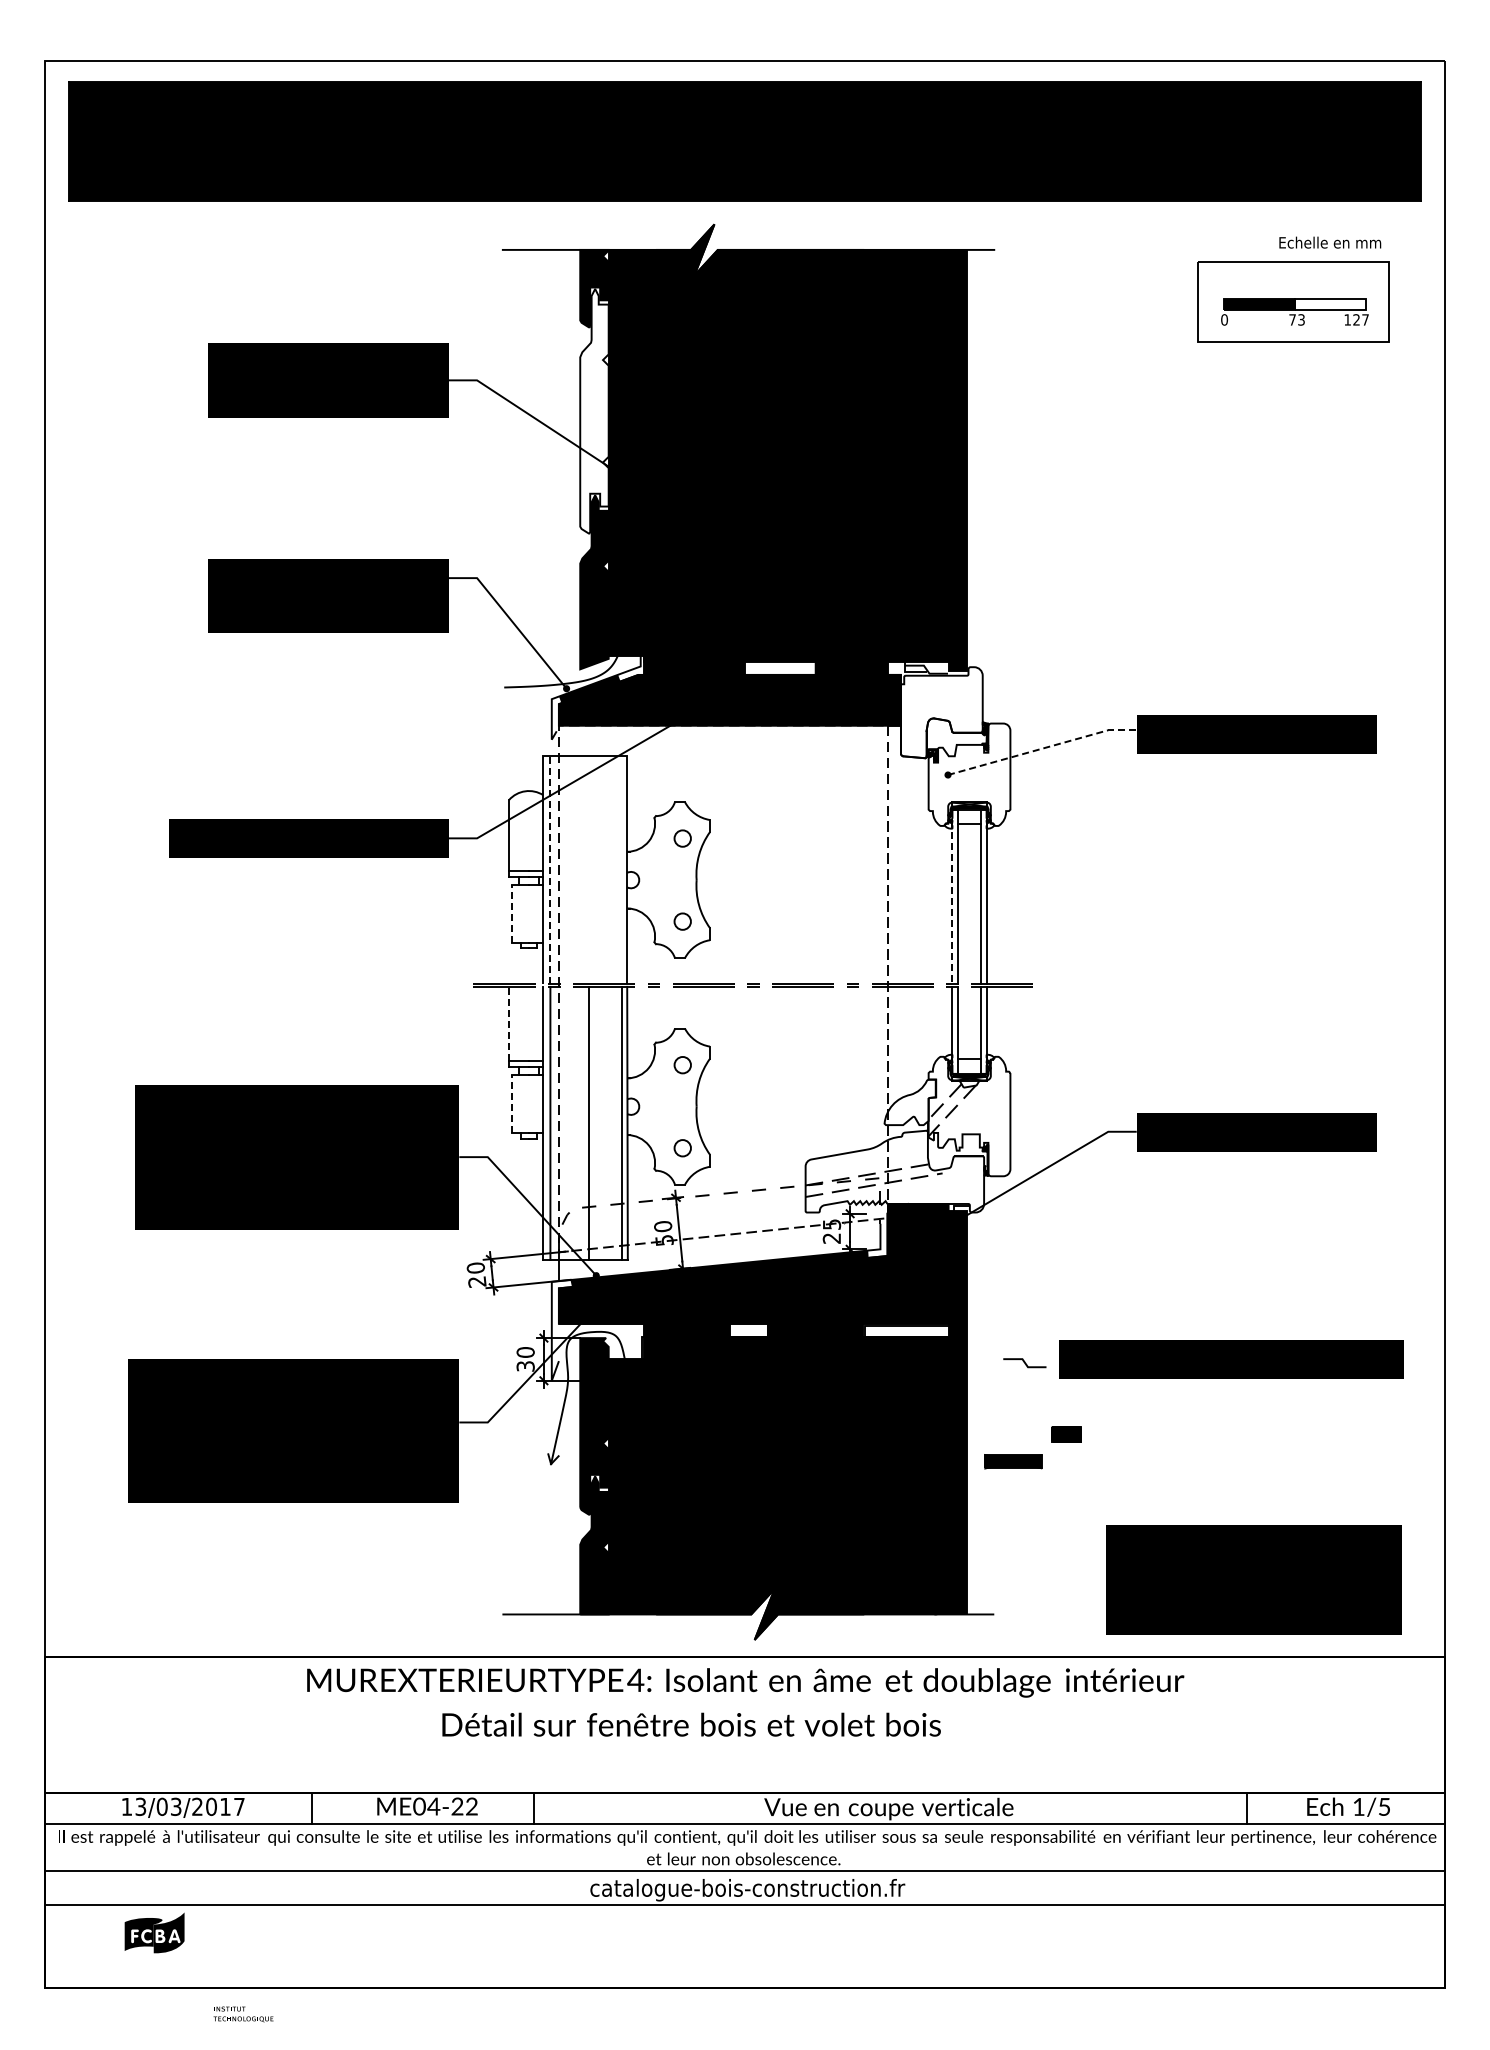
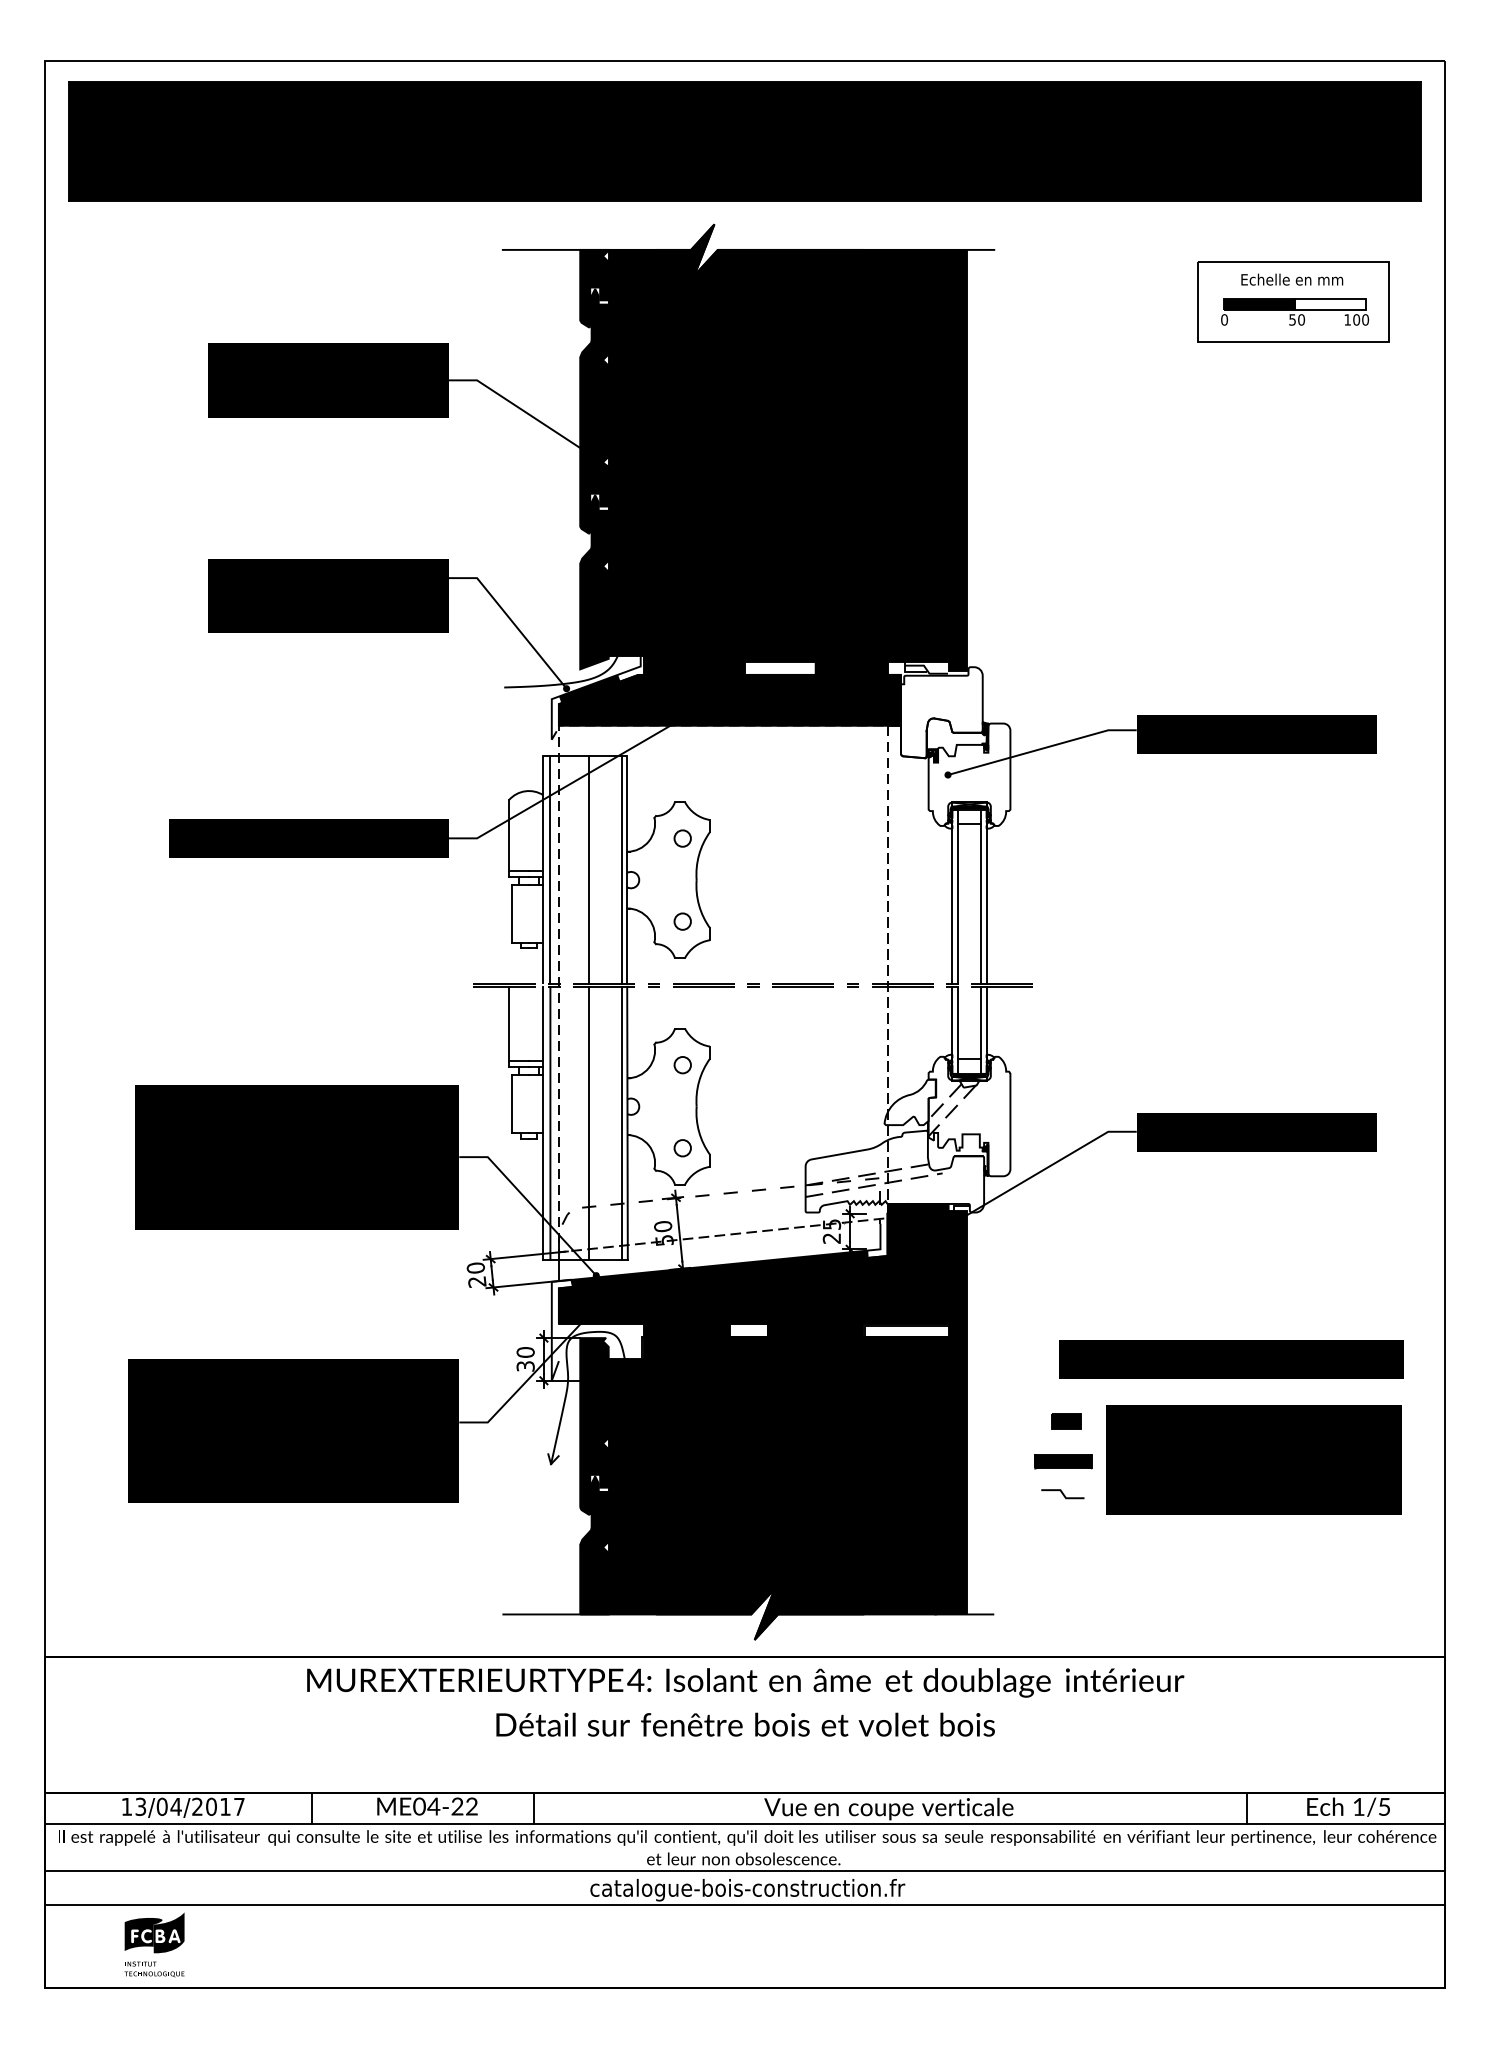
text at (1330, 242) position: (1330, 242) -> (1292, 279)
text at (1296, 319): 73 -> 50
text at (1361, 319): 127 -> 100
fill at (594, 410): none -> present
line at (1043, 748): dashed -> solid
line at (550, 869): dashed -> solid
line at (588, 869): none -> present
line at (621, 869): none -> present
line at (952, 897): dashed -> solid
line at (512, 913): dashed -> solid
line at (509, 1023): dashed -> solid
line at (512, 1103): dashed -> solid
line at (1024, 1363) position: (1024, 1363) -> (1062, 1494)
part at (1066, 1434) position: (1066, 1434) -> (1066, 1421)
part at (1013, 1461) position: (1013, 1461) -> (1063, 1461)
text at (1253, 1579) position: (1253, 1579) -> (1253, 1459)
text at (691, 1724) position: (691, 1724) -> (745, 1724)
text at (175, 1806): 13/03/2017 -> 13/04/2017
part at (243, 2014) position: (243, 2014) -> (154, 1969)
